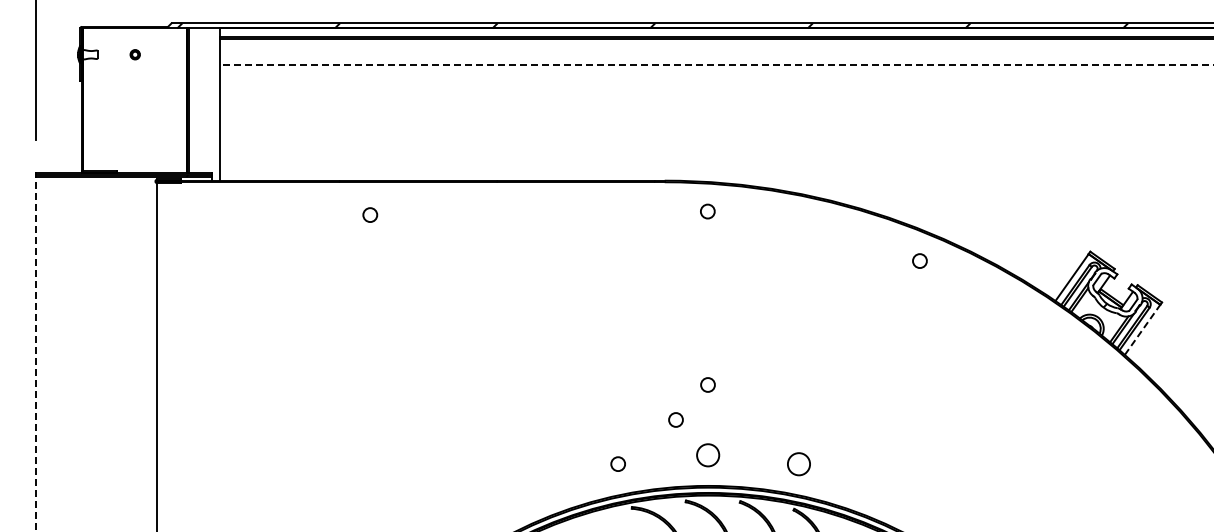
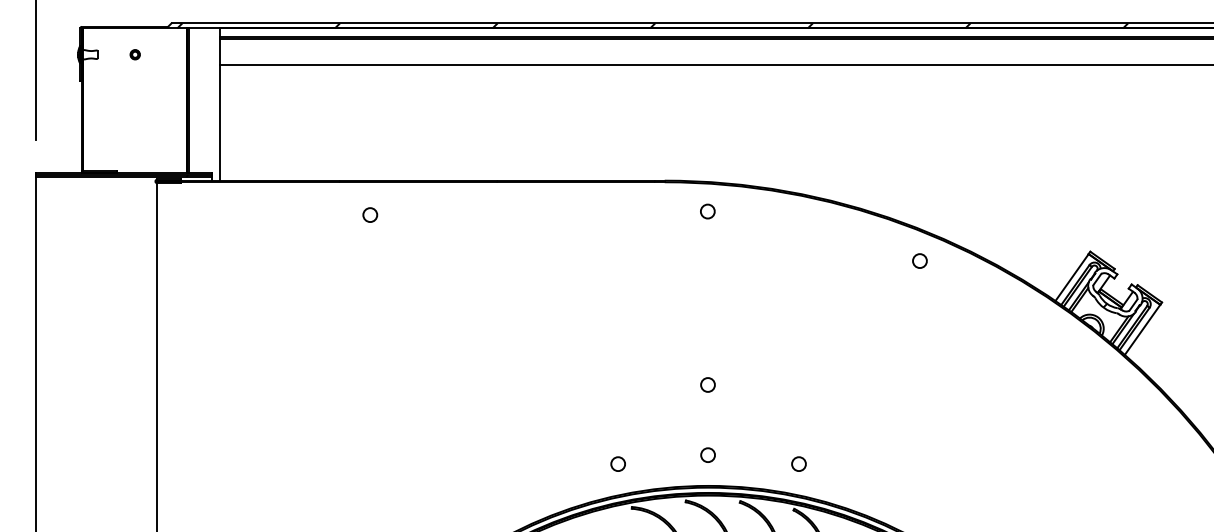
line at (717, 65): dashed -> solid
line at (1142, 329): dashed -> solid
line at (36, 354): dashed -> solid
circle at (675, 419): present -> none
circle at (708, 455) size: 25x25 px -> 16x16 px
circle at (798, 464) size: 24x25 px -> 16x16 px
